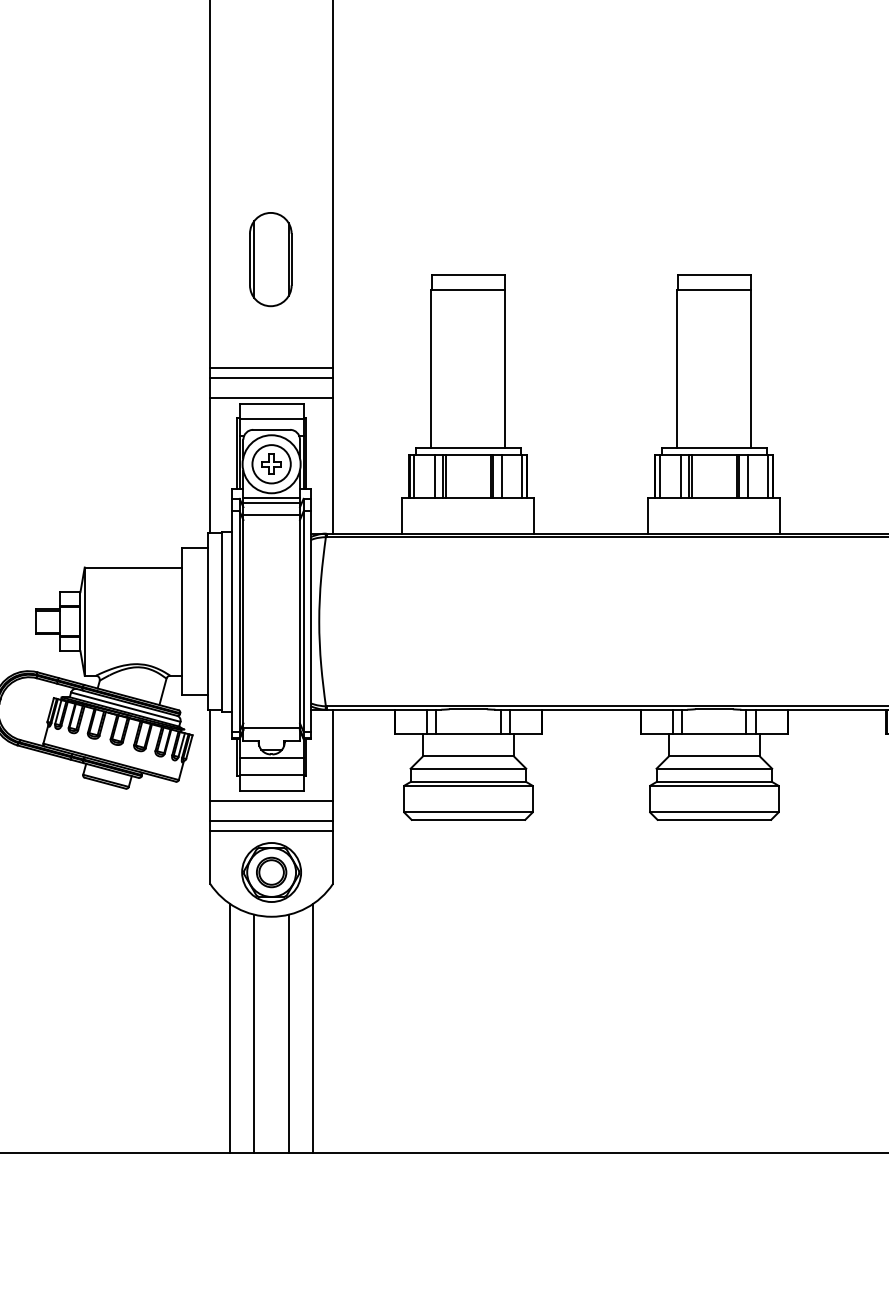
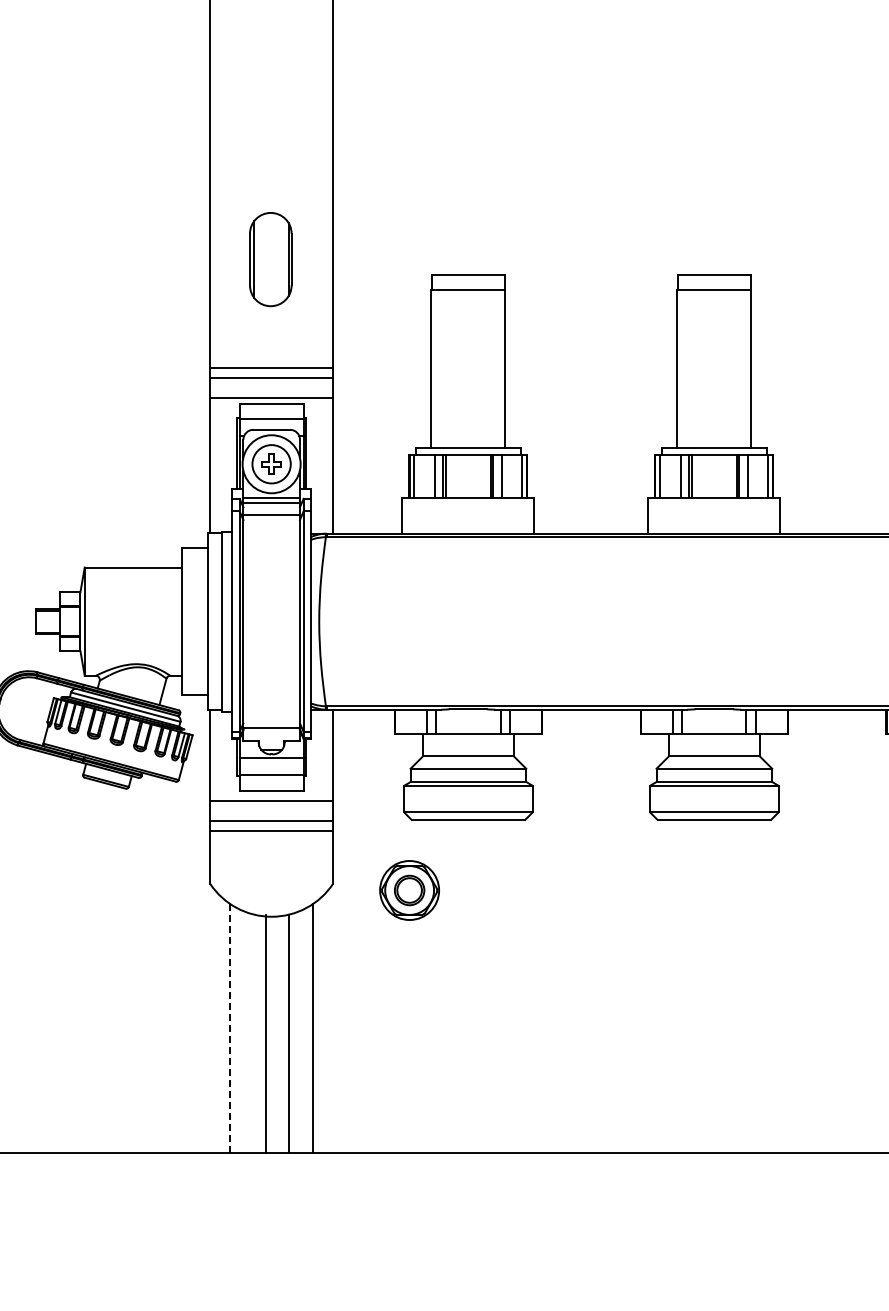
part at (271, 872) position: (271, 872) -> (409, 890)
line at (229, 1028): solid -> dashed
line at (254, 1033) position: (254, 1033) -> (266, 1033)
